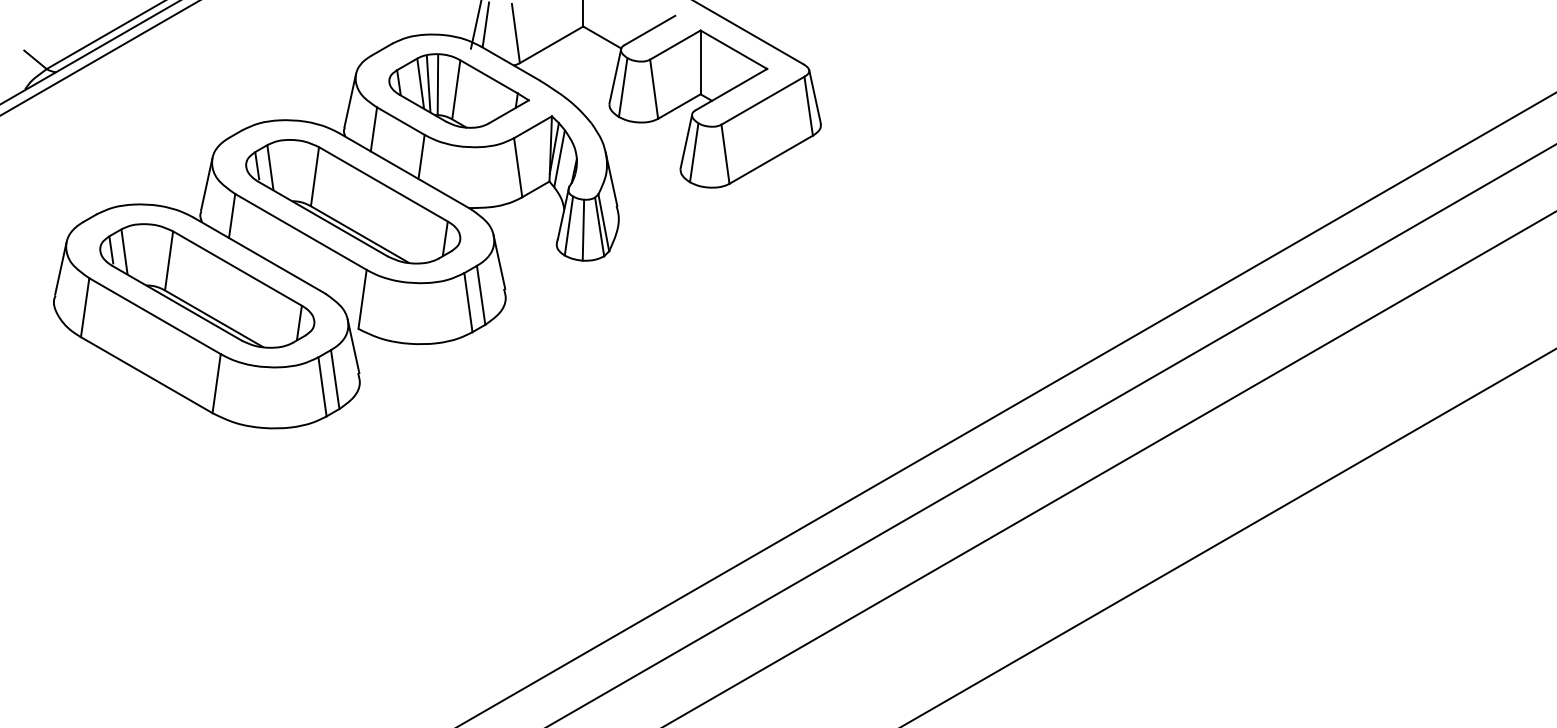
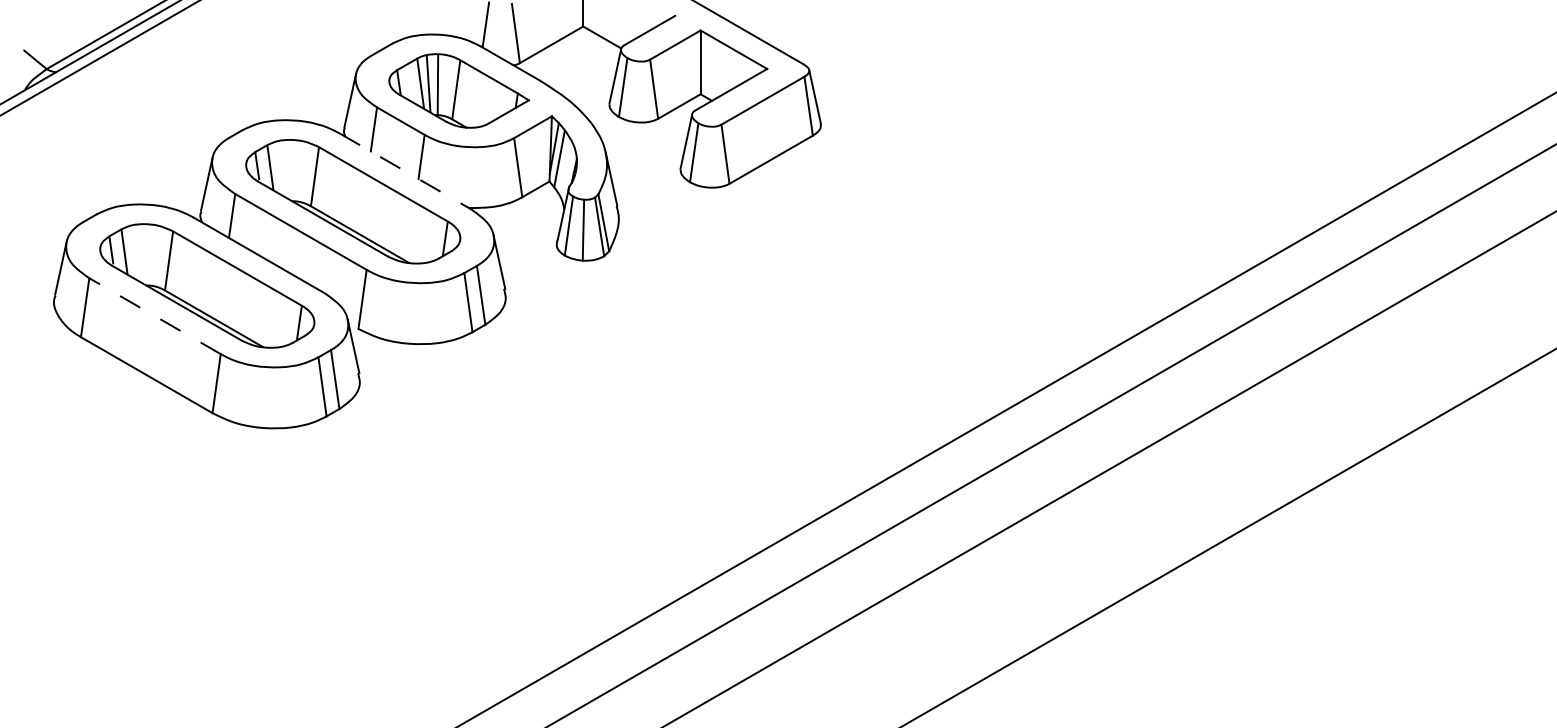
line at (475, 25): present -> none
line at (405, 171): solid -> dashed
line at (155, 316): solid -> dashed
